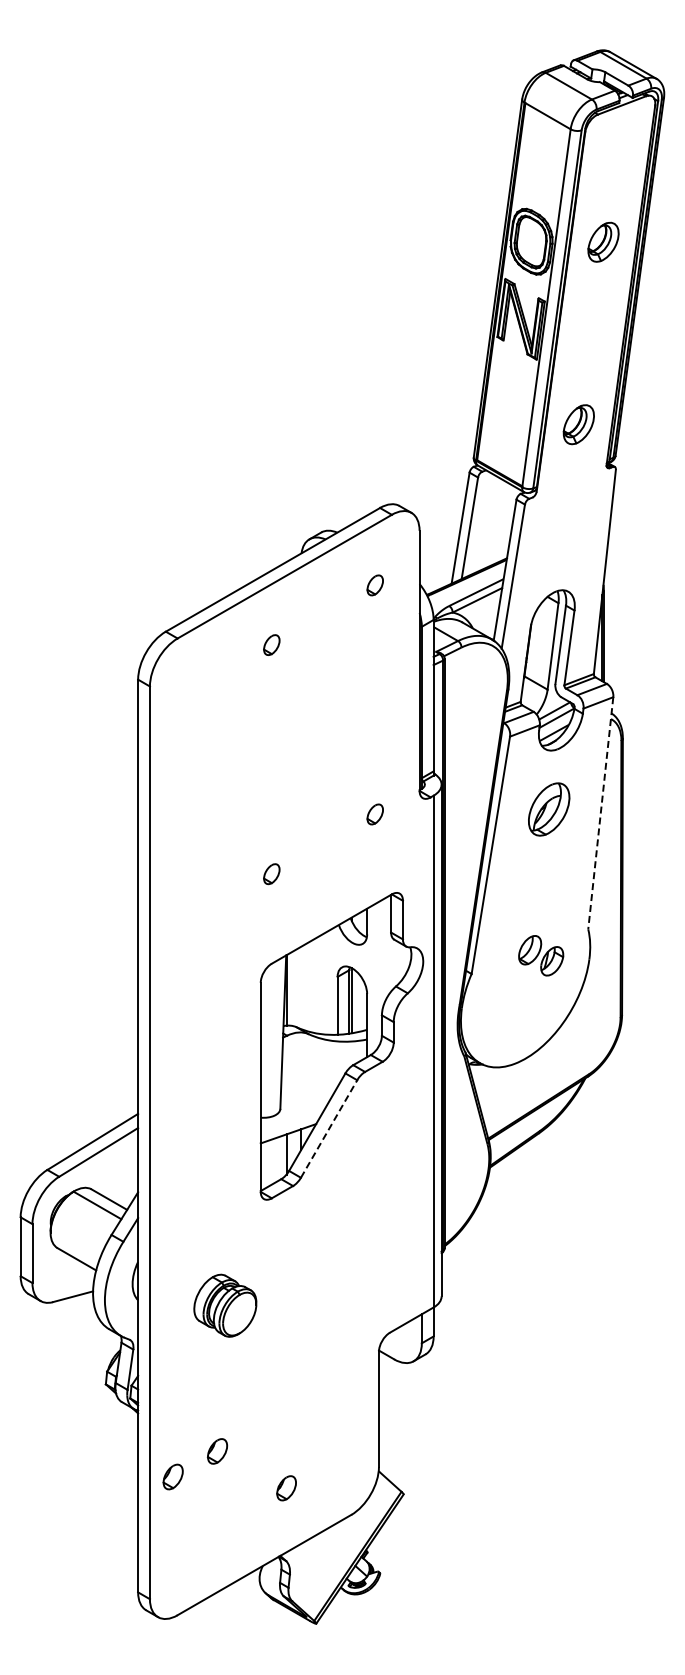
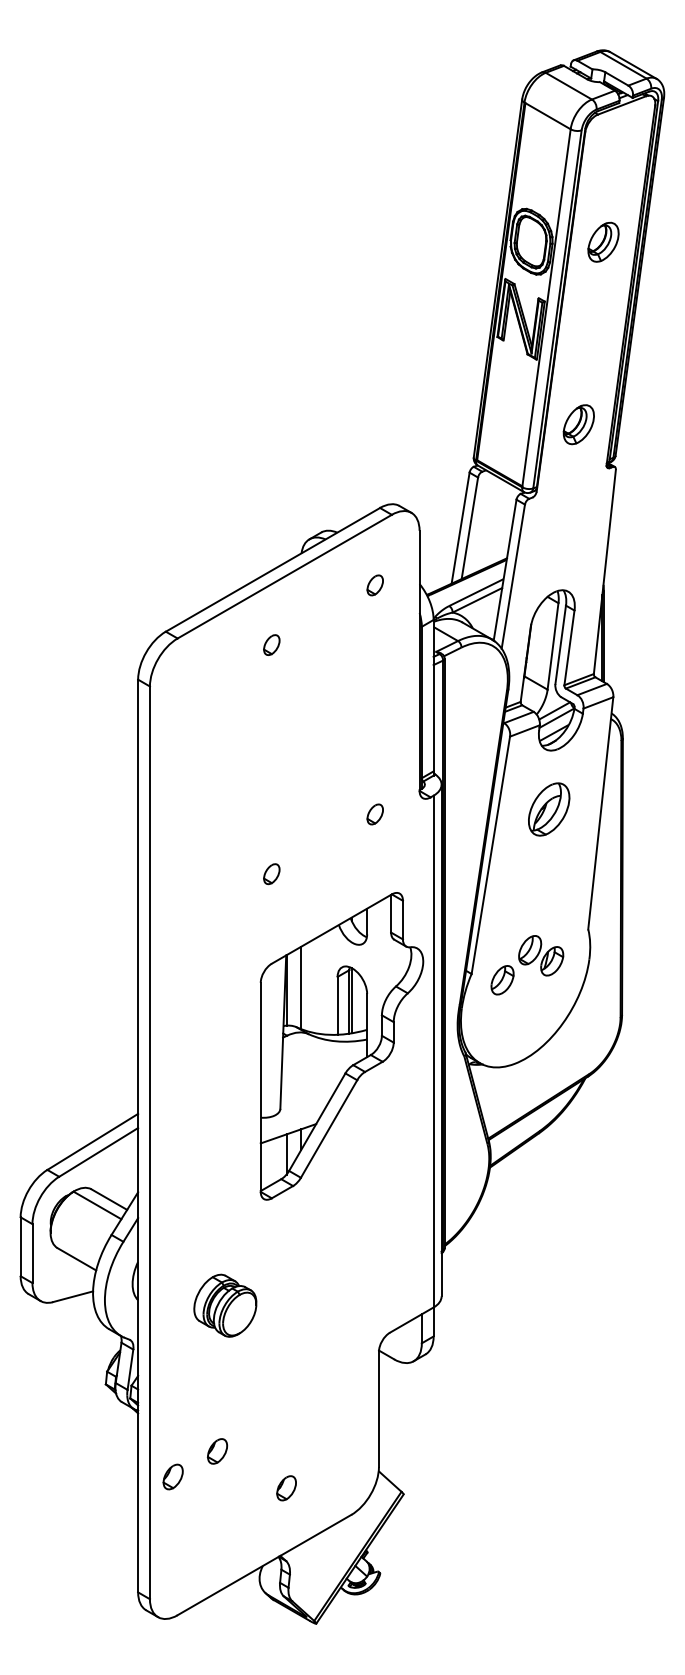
line at (600, 813): dashed -> solid
part at (502, 980): none -> present
line at (301, 987): none -> present
line at (329, 1128): dashed -> solid
